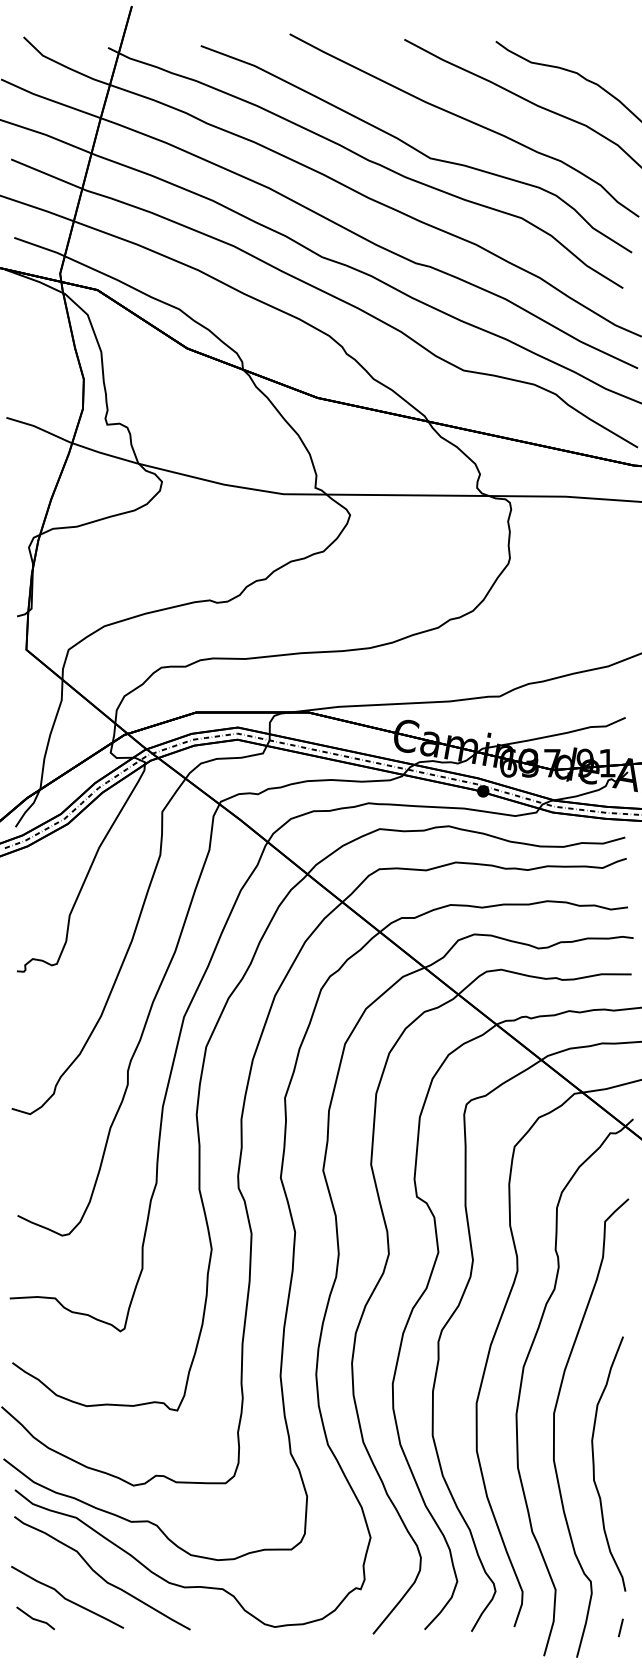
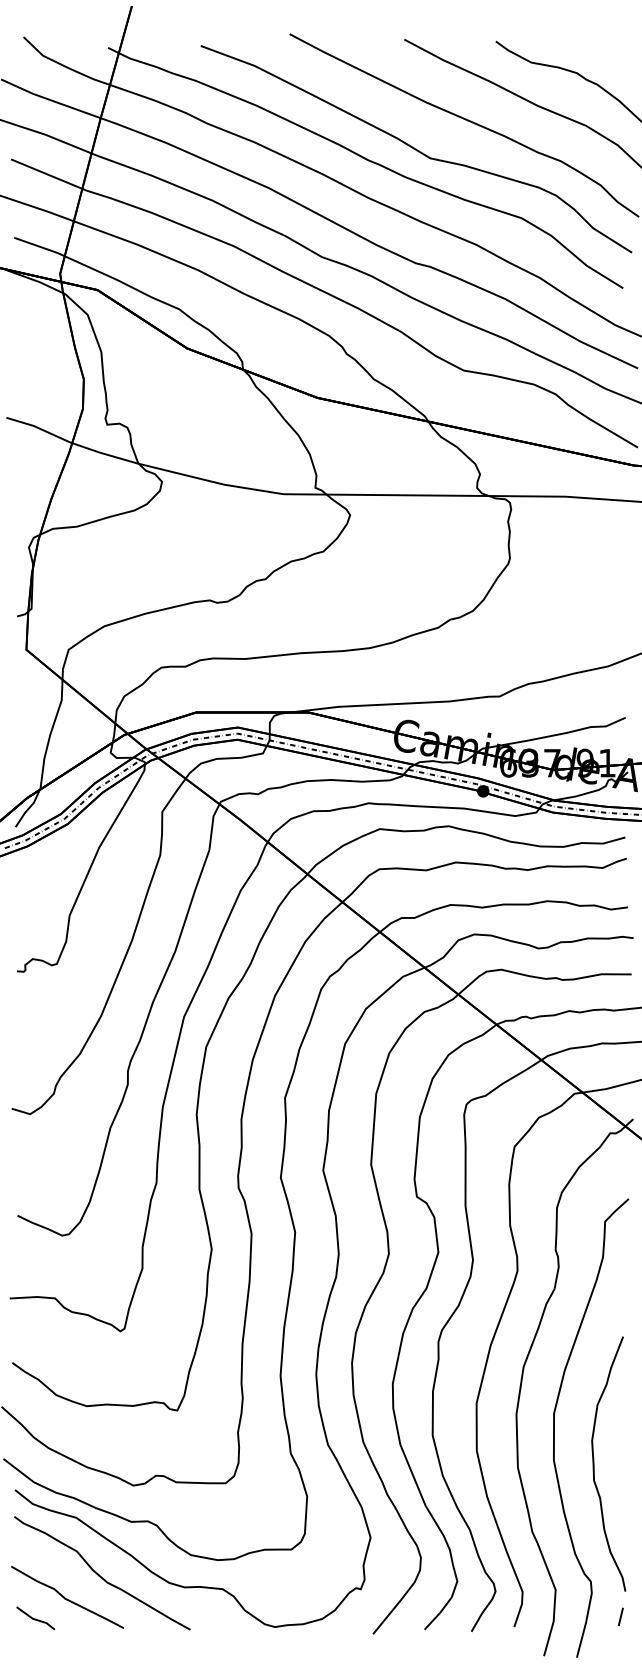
line at (620, 1627) position: (620, 1627) -> (620, 1616)
